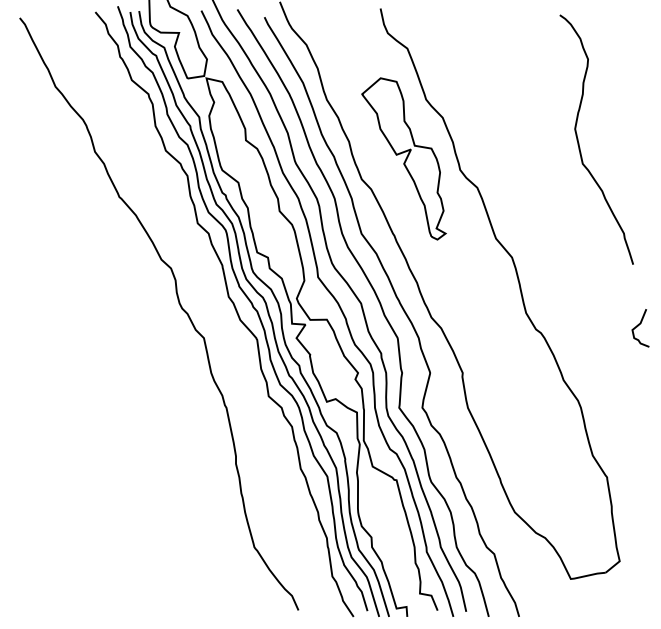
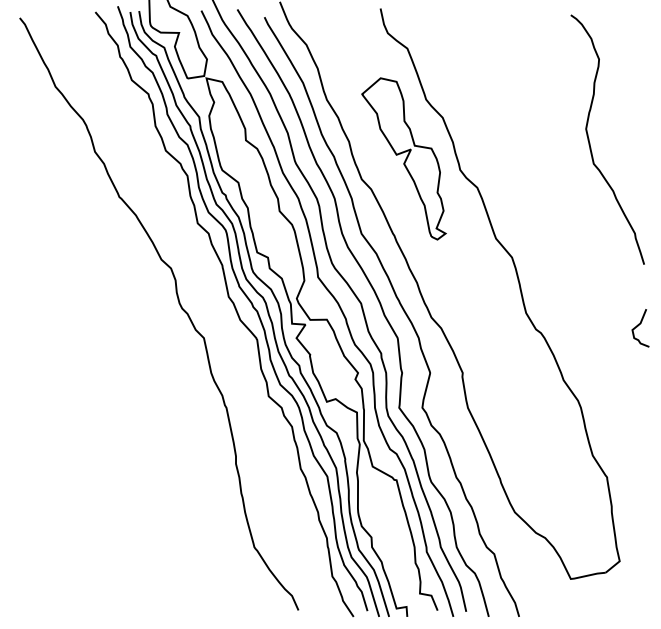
curve at (579, 142) position: (579, 142) -> (590, 142)
